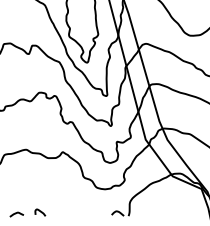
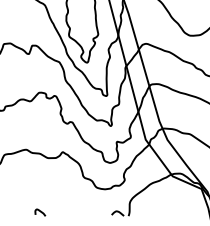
curve at (16, 214): present -> none
